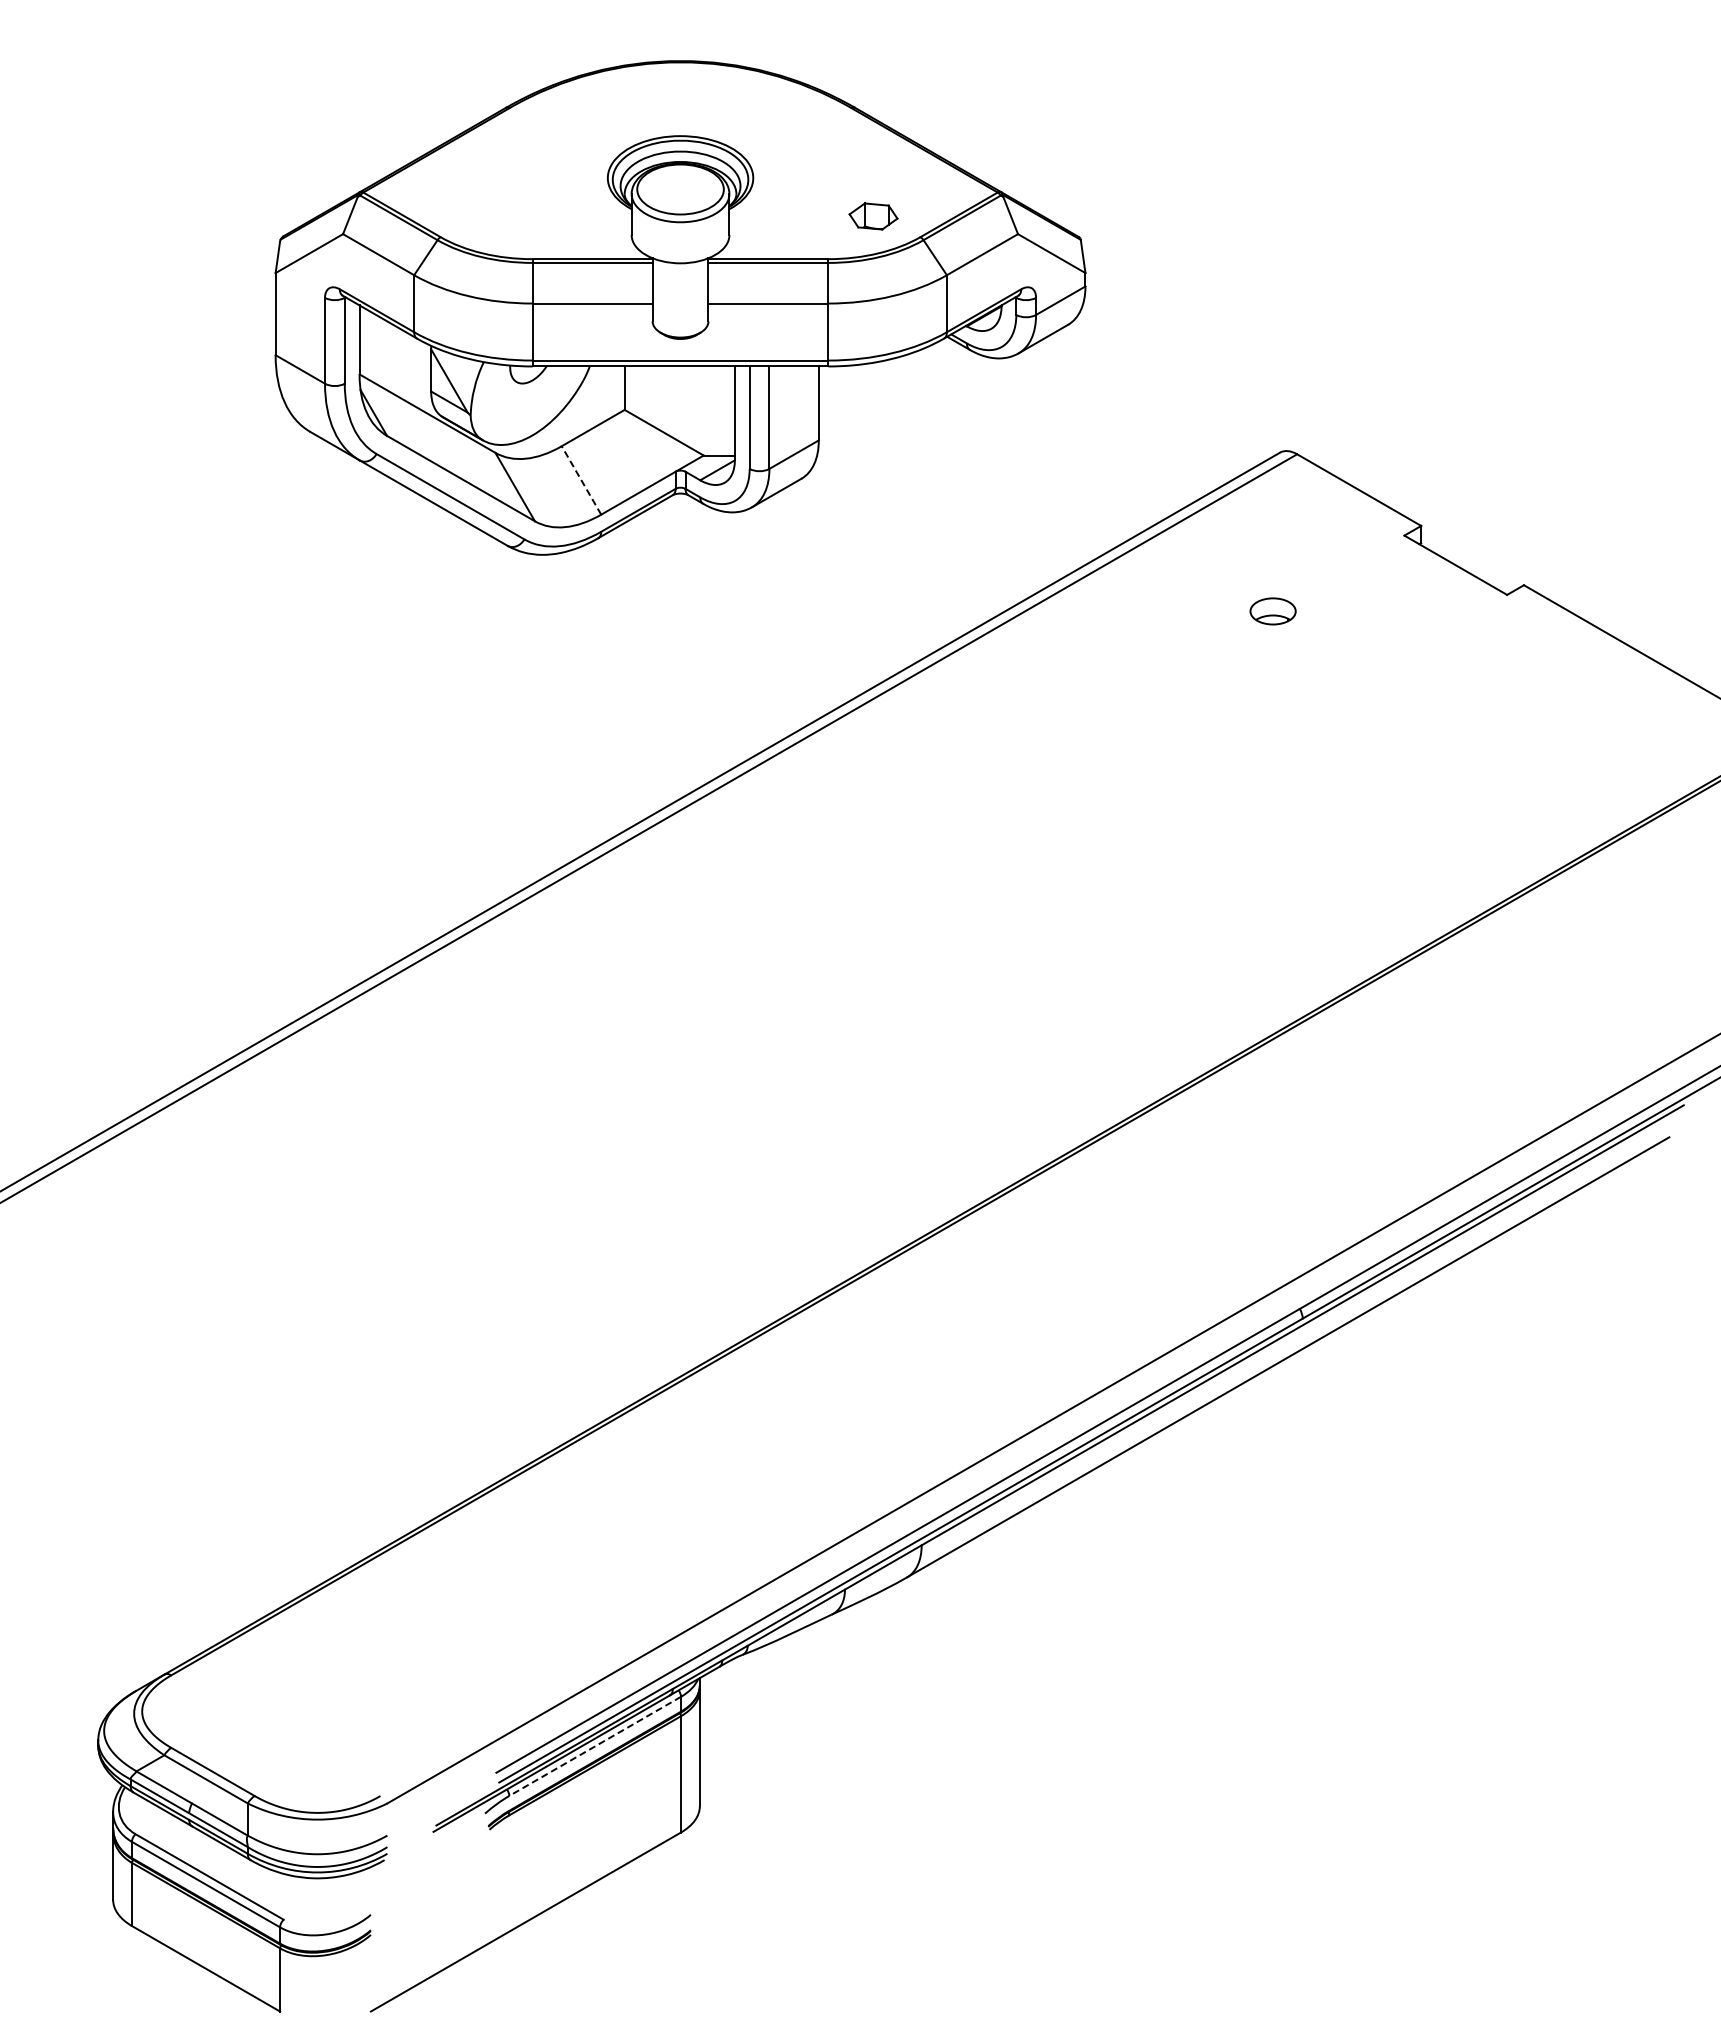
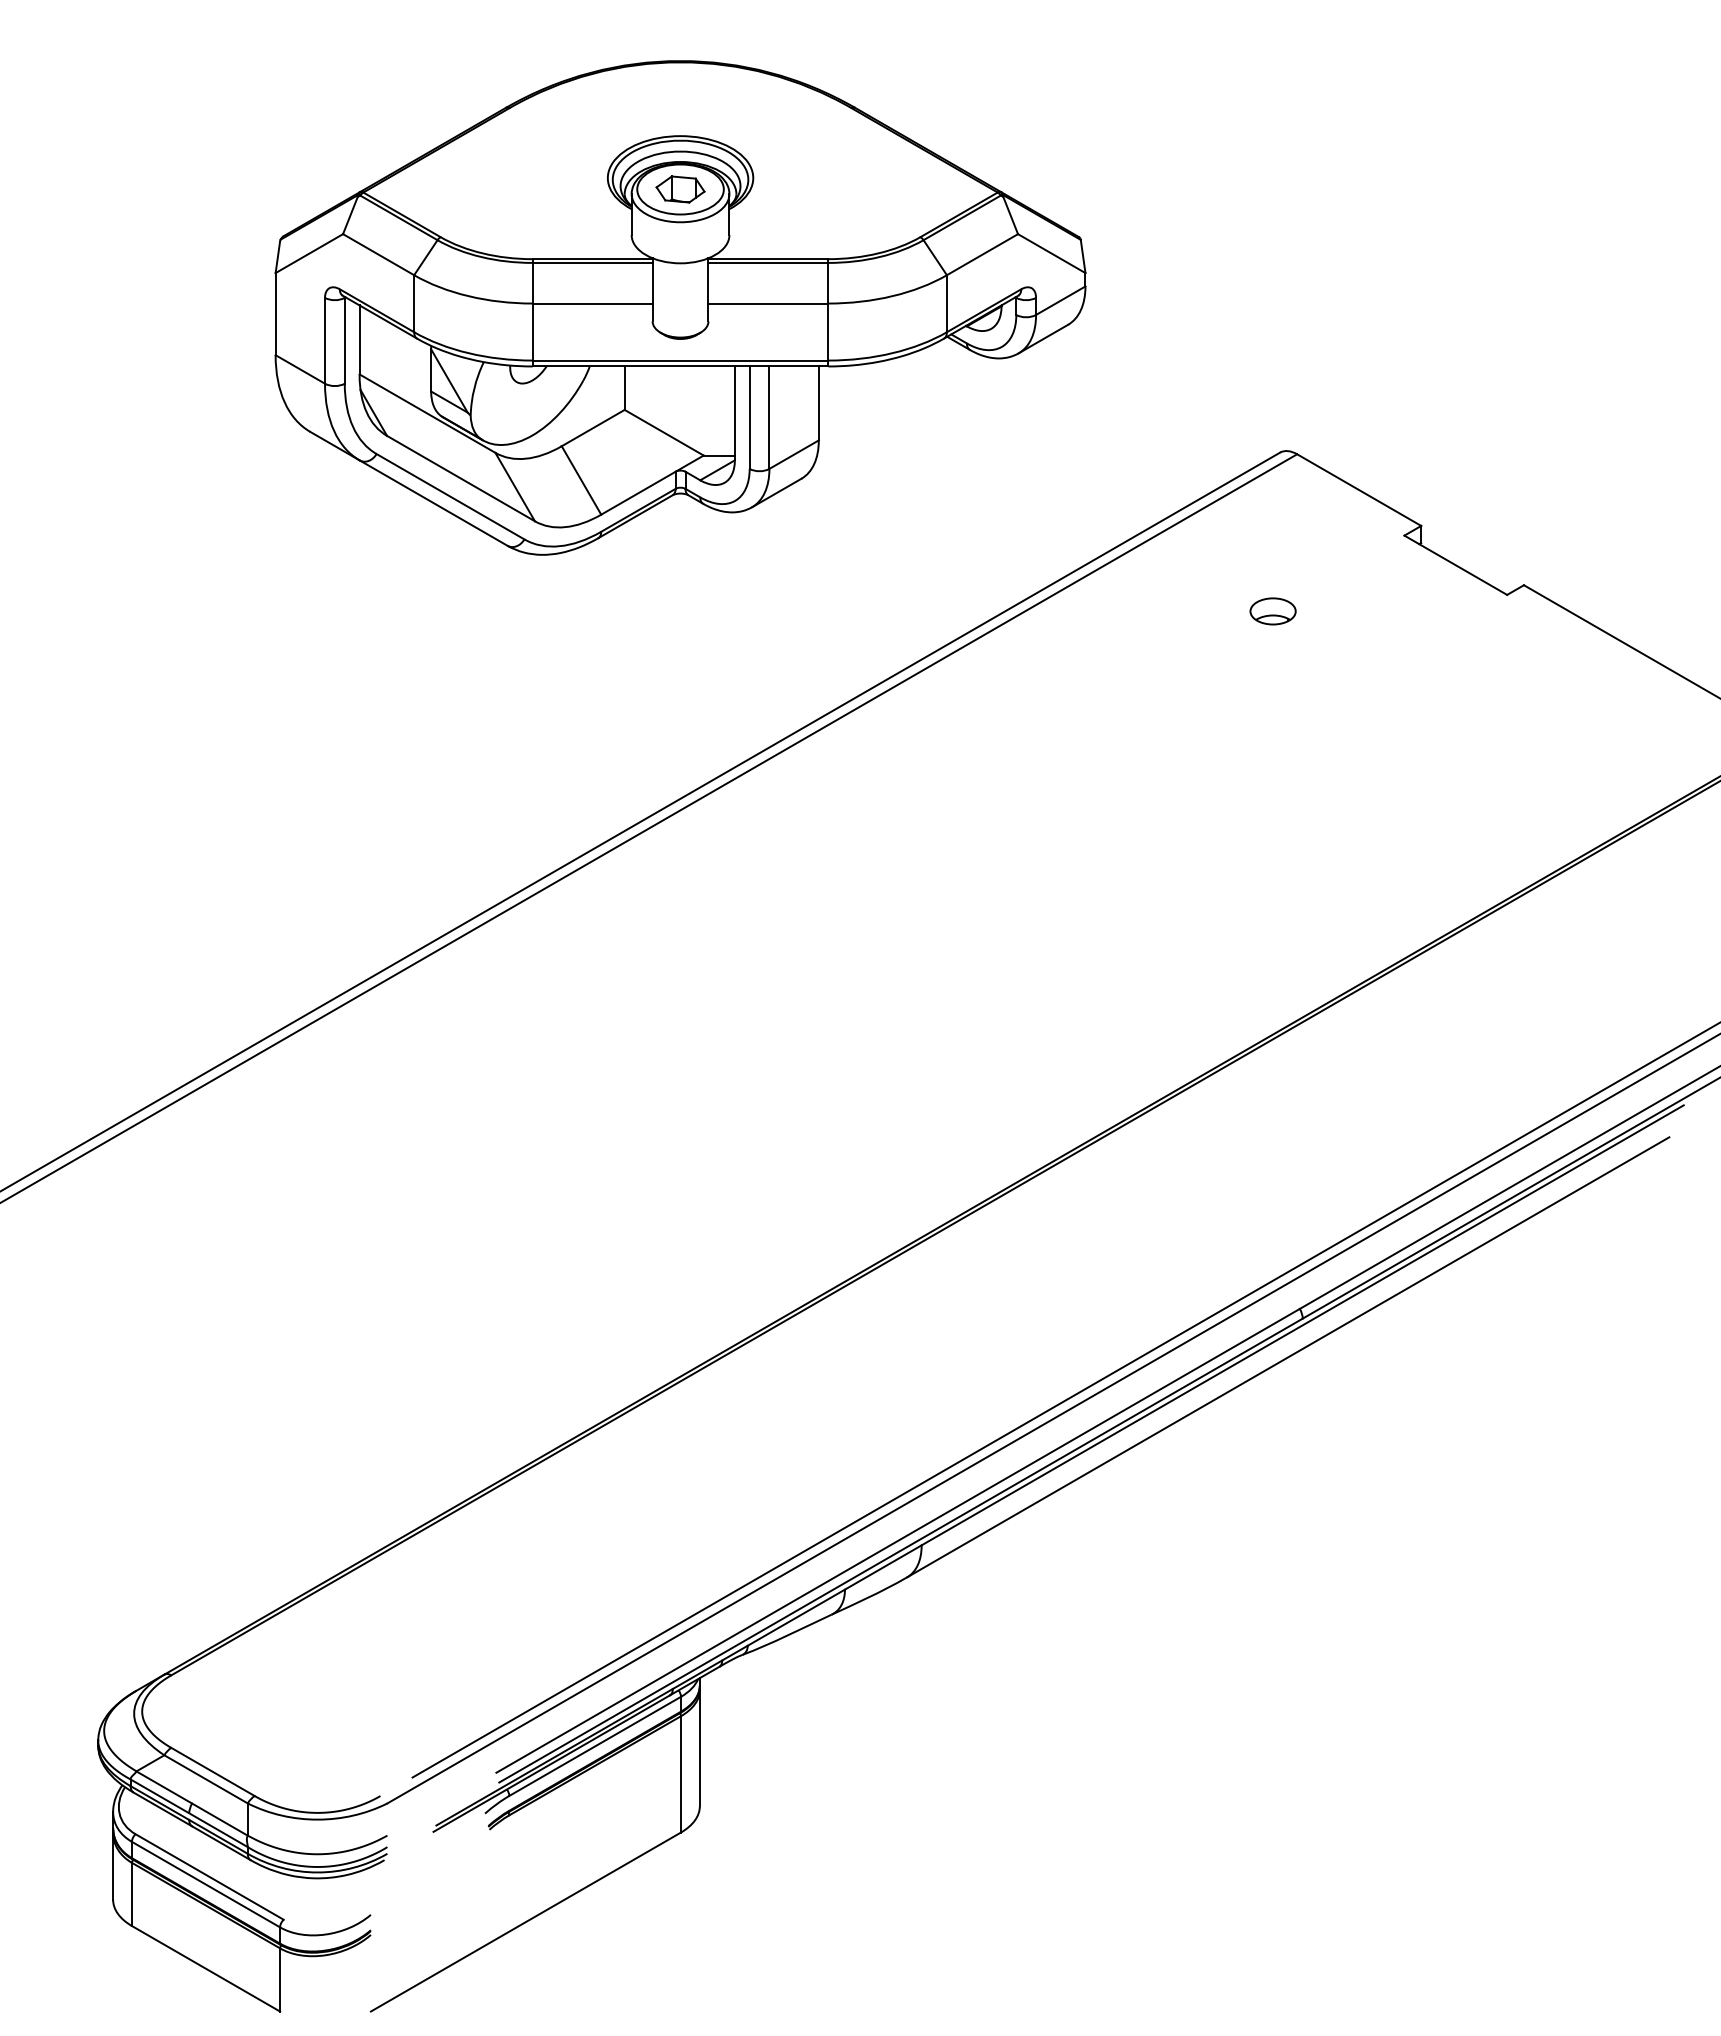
part at (873, 216) position: (873, 216) -> (680, 189)
line at (581, 480): dashed -> solid
line at (1064, 1400): none -> present
line at (594, 1746): dashed -> solid
